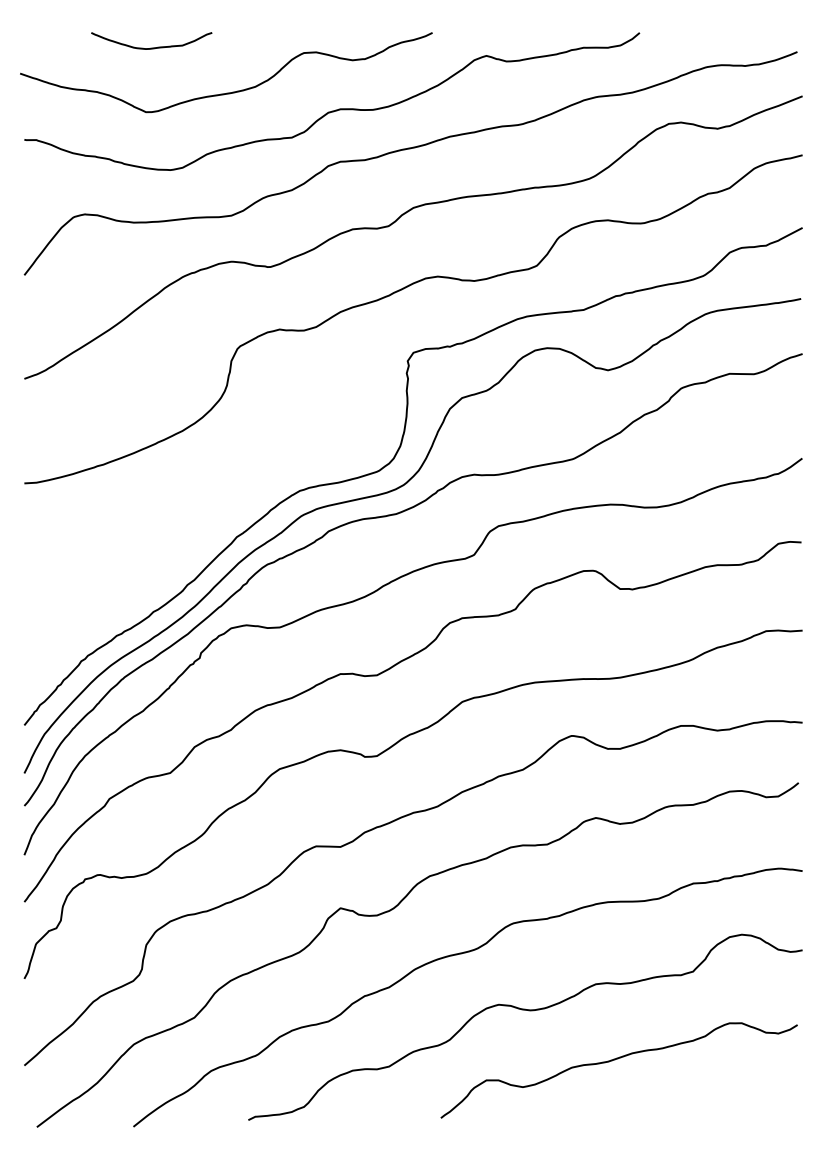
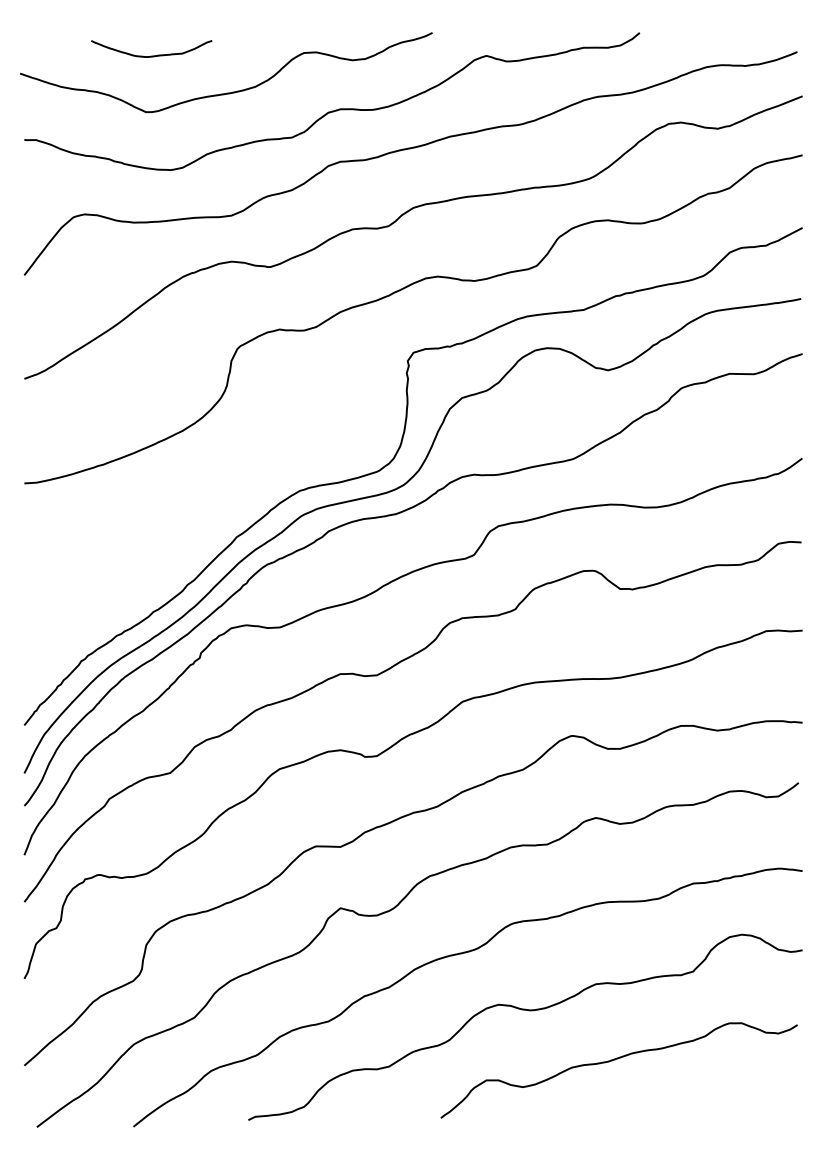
curve at (151, 47) position: (151, 47) -> (151, 55)
